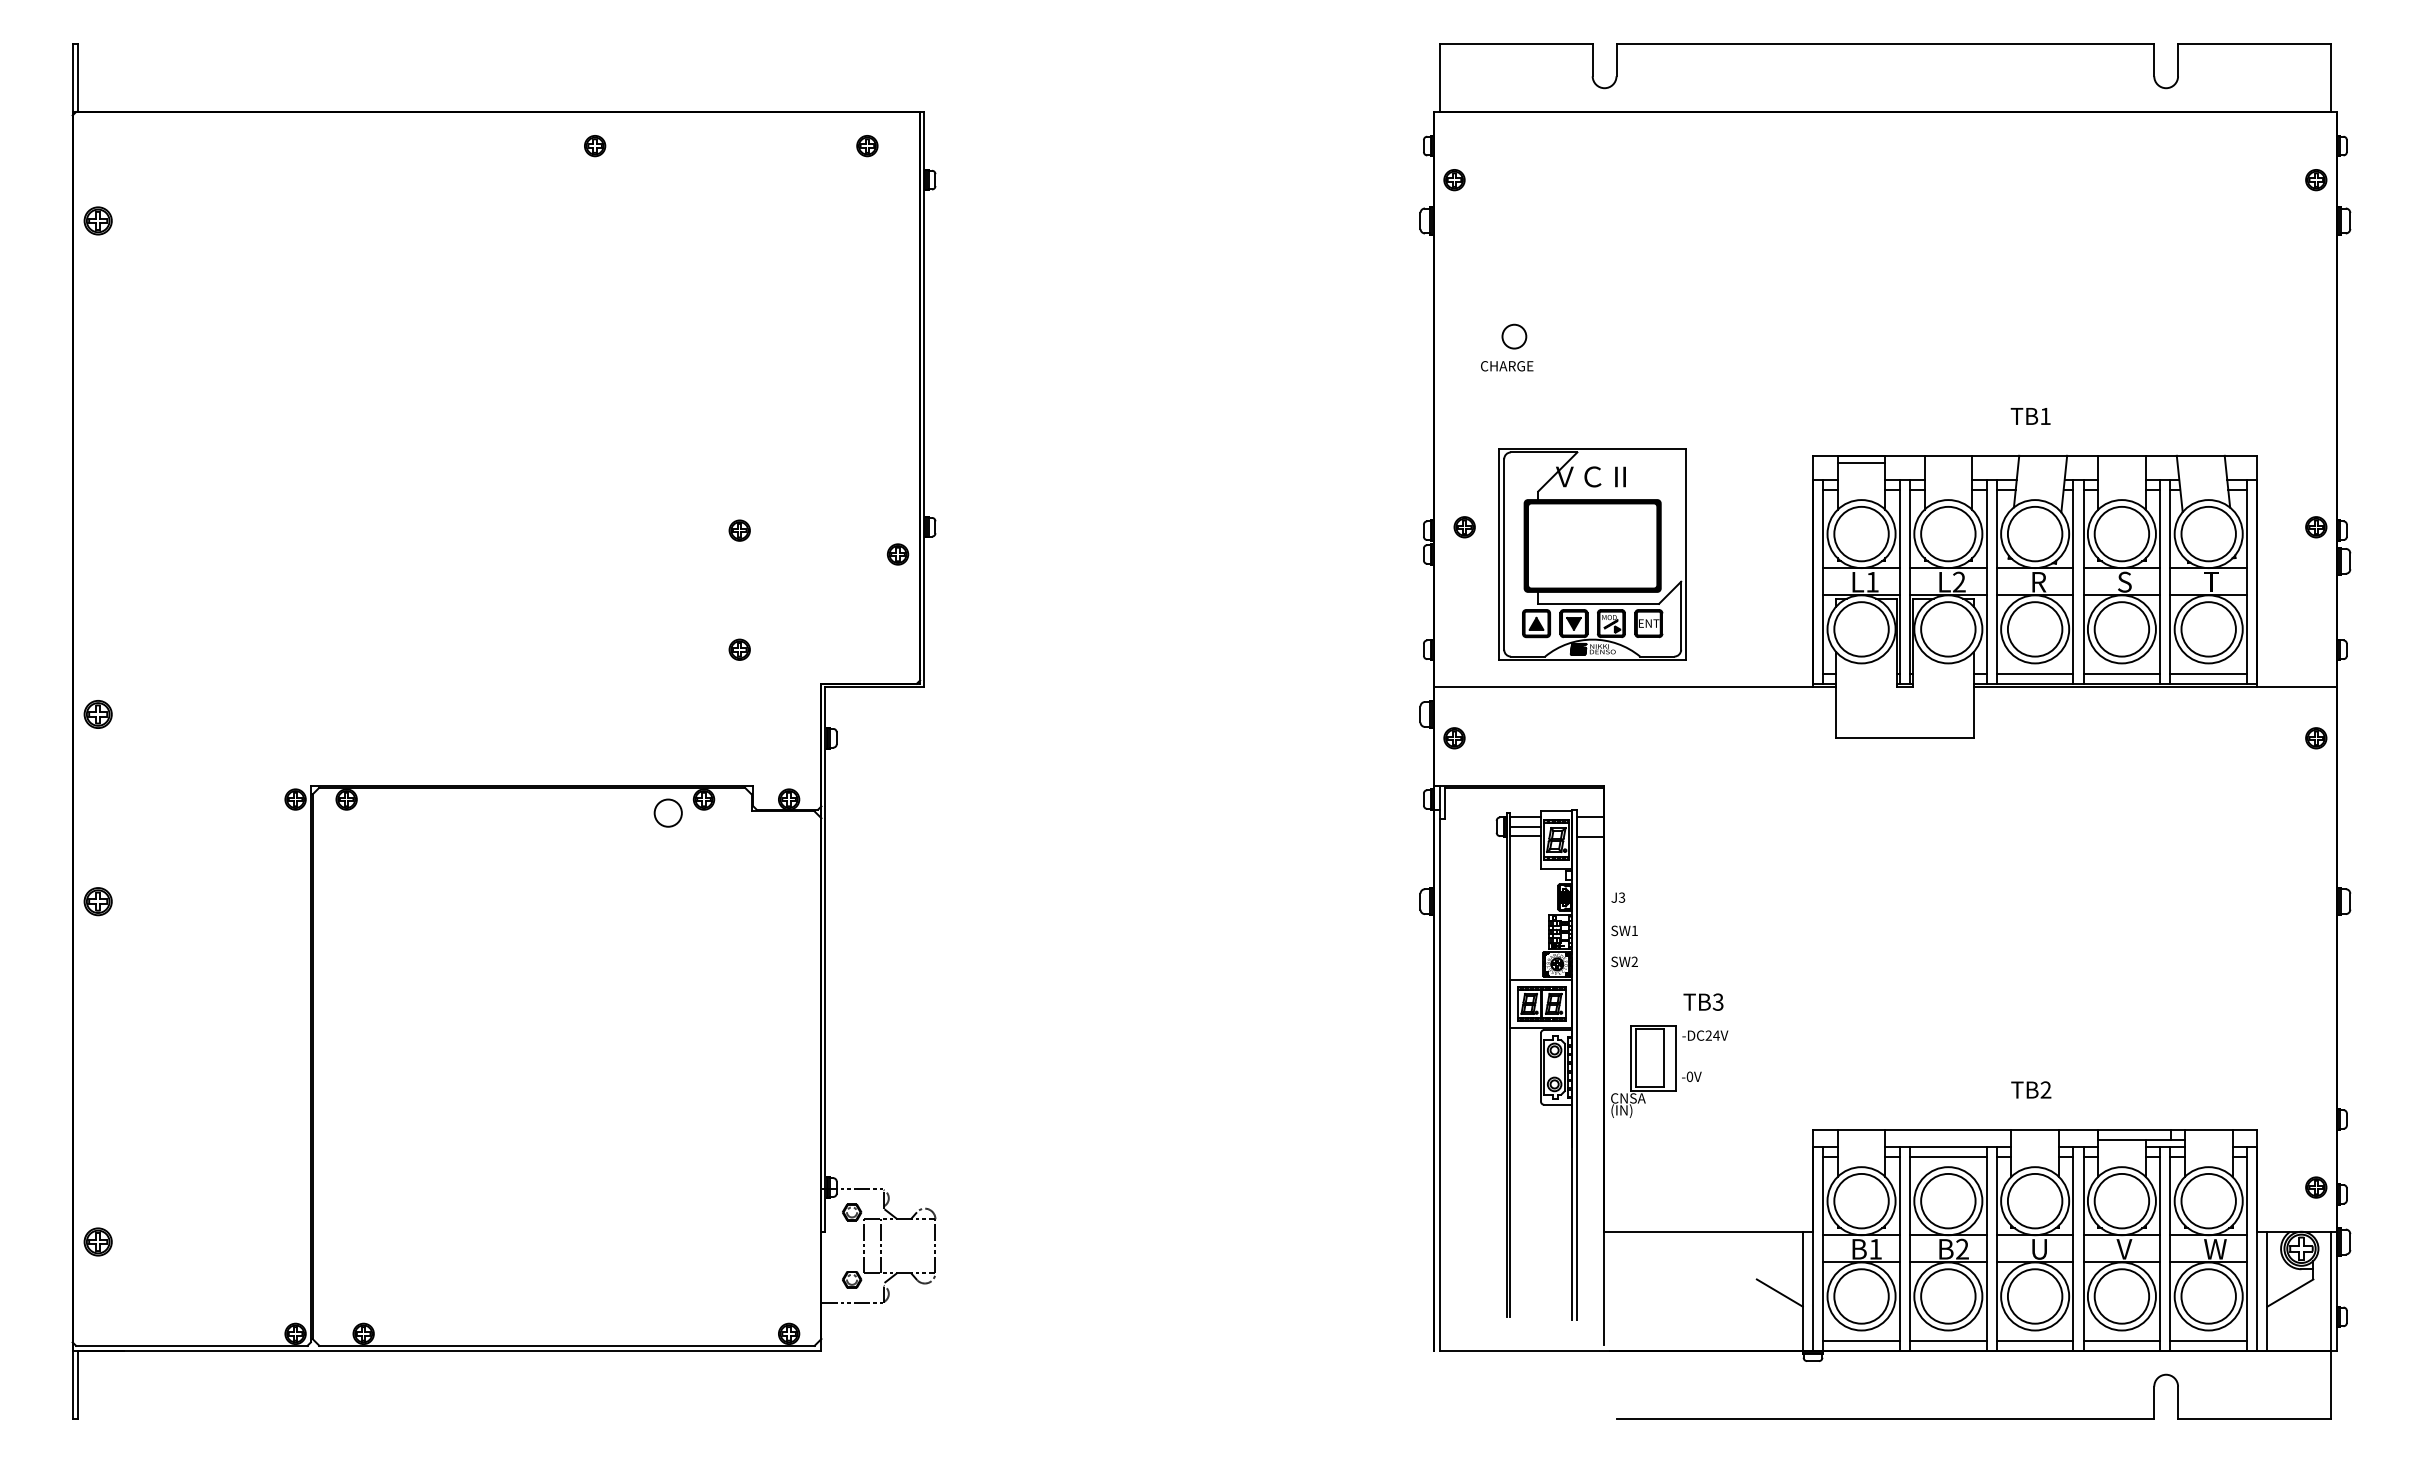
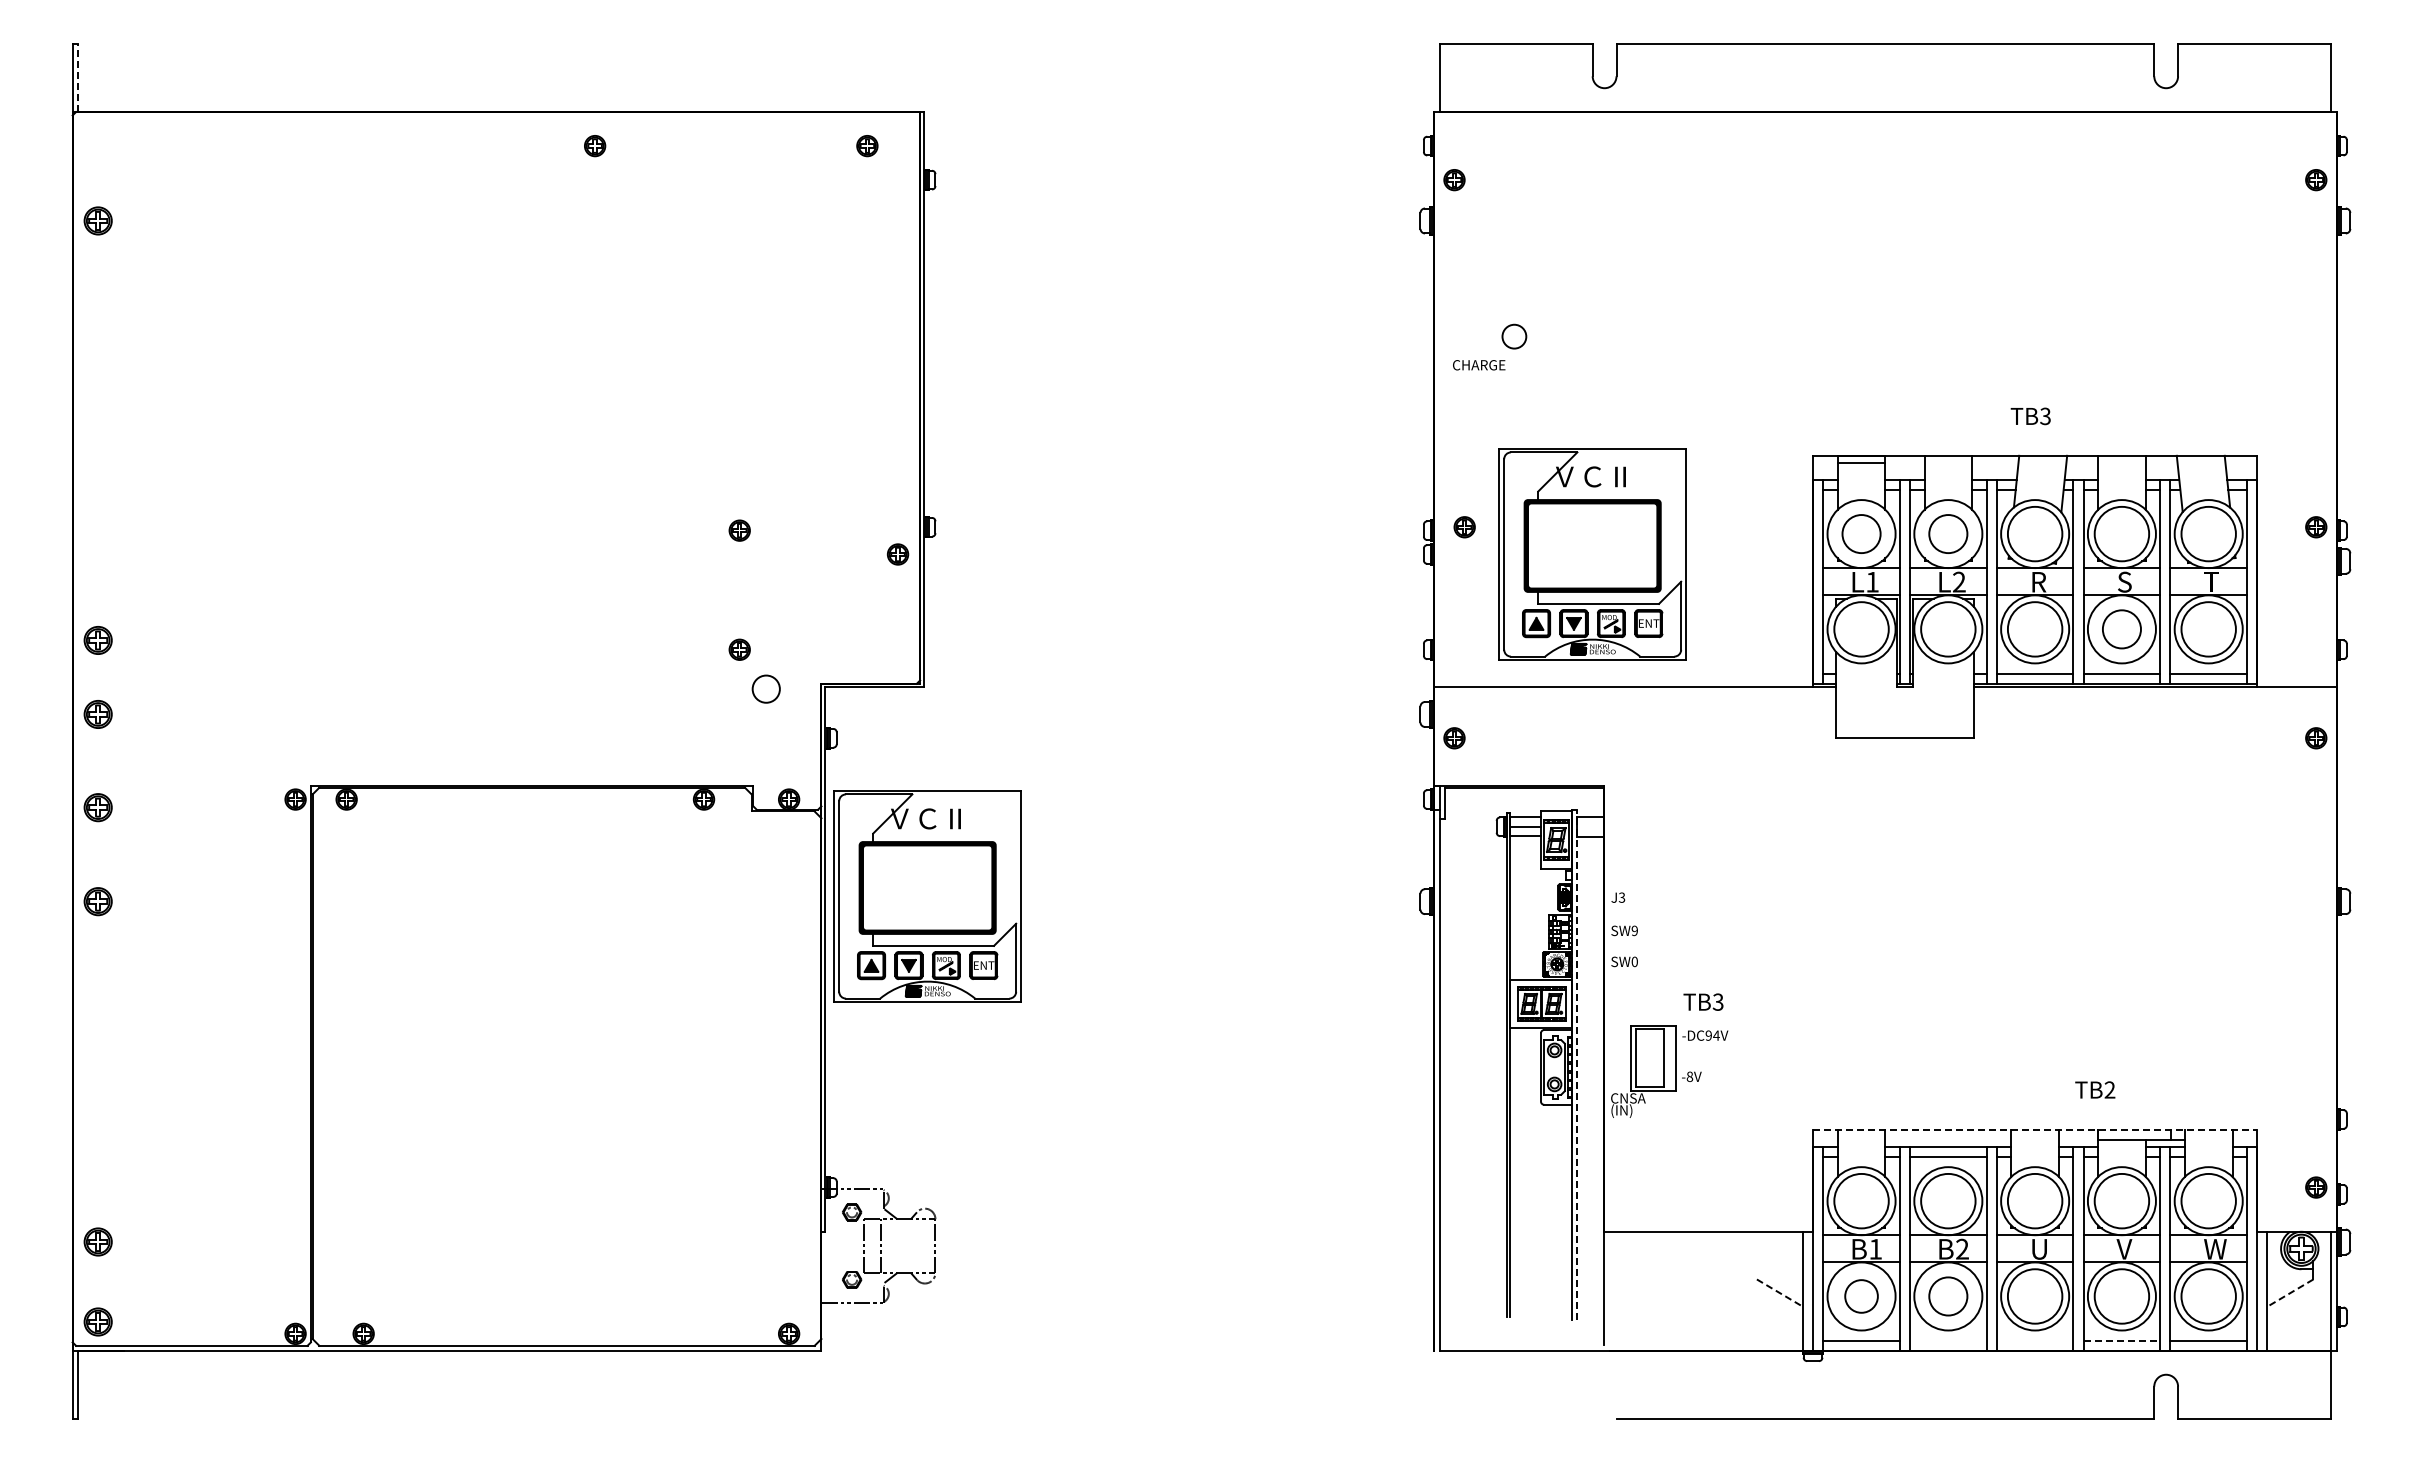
line at (78, 77): solid -> dashed
text at (1507, 366) position: (1507, 366) -> (1479, 365)
text at (2045, 416): TB1 -> TB3
circle at (1861, 533) diameter: 54 px -> 38 px
circle at (1948, 533) diameter: 54 px -> 38 px
circle at (2121, 629) diameter: 54 px -> 38 px
part at (97, 640): none -> present
part at (97, 807): none -> present
circle at (667, 812) position: (667, 812) -> (765, 688)
part at (927, 896): none -> present
text at (1634, 930): SW1 -> SW9
text at (1634, 961): SW2 -> SW0
text at (1708, 1035): -DC24V -> -DC94V
line at (1577, 1064): solid -> dashed
text at (1689, 1076): -0V -> -8V
text at (2031, 1089) position: (2031, 1089) -> (2095, 1089)
line at (2035, 1129): solid -> dashed
line at (1779, 1293): solid -> dashed
line at (2290, 1293): solid -> dashed
circle at (1861, 1296) diameter: 54 px -> 33 px
circle at (1948, 1296) diameter: 54 px -> 38 px
part at (97, 1321): none -> present
line at (1948, 1340): present -> none
line at (2034, 1340): present -> none
line at (2122, 1340): solid -> dashed
